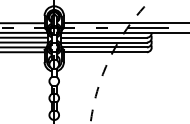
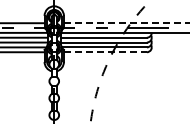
line at (126, 23): solid -> dashed
line at (105, 52): solid -> dashed
